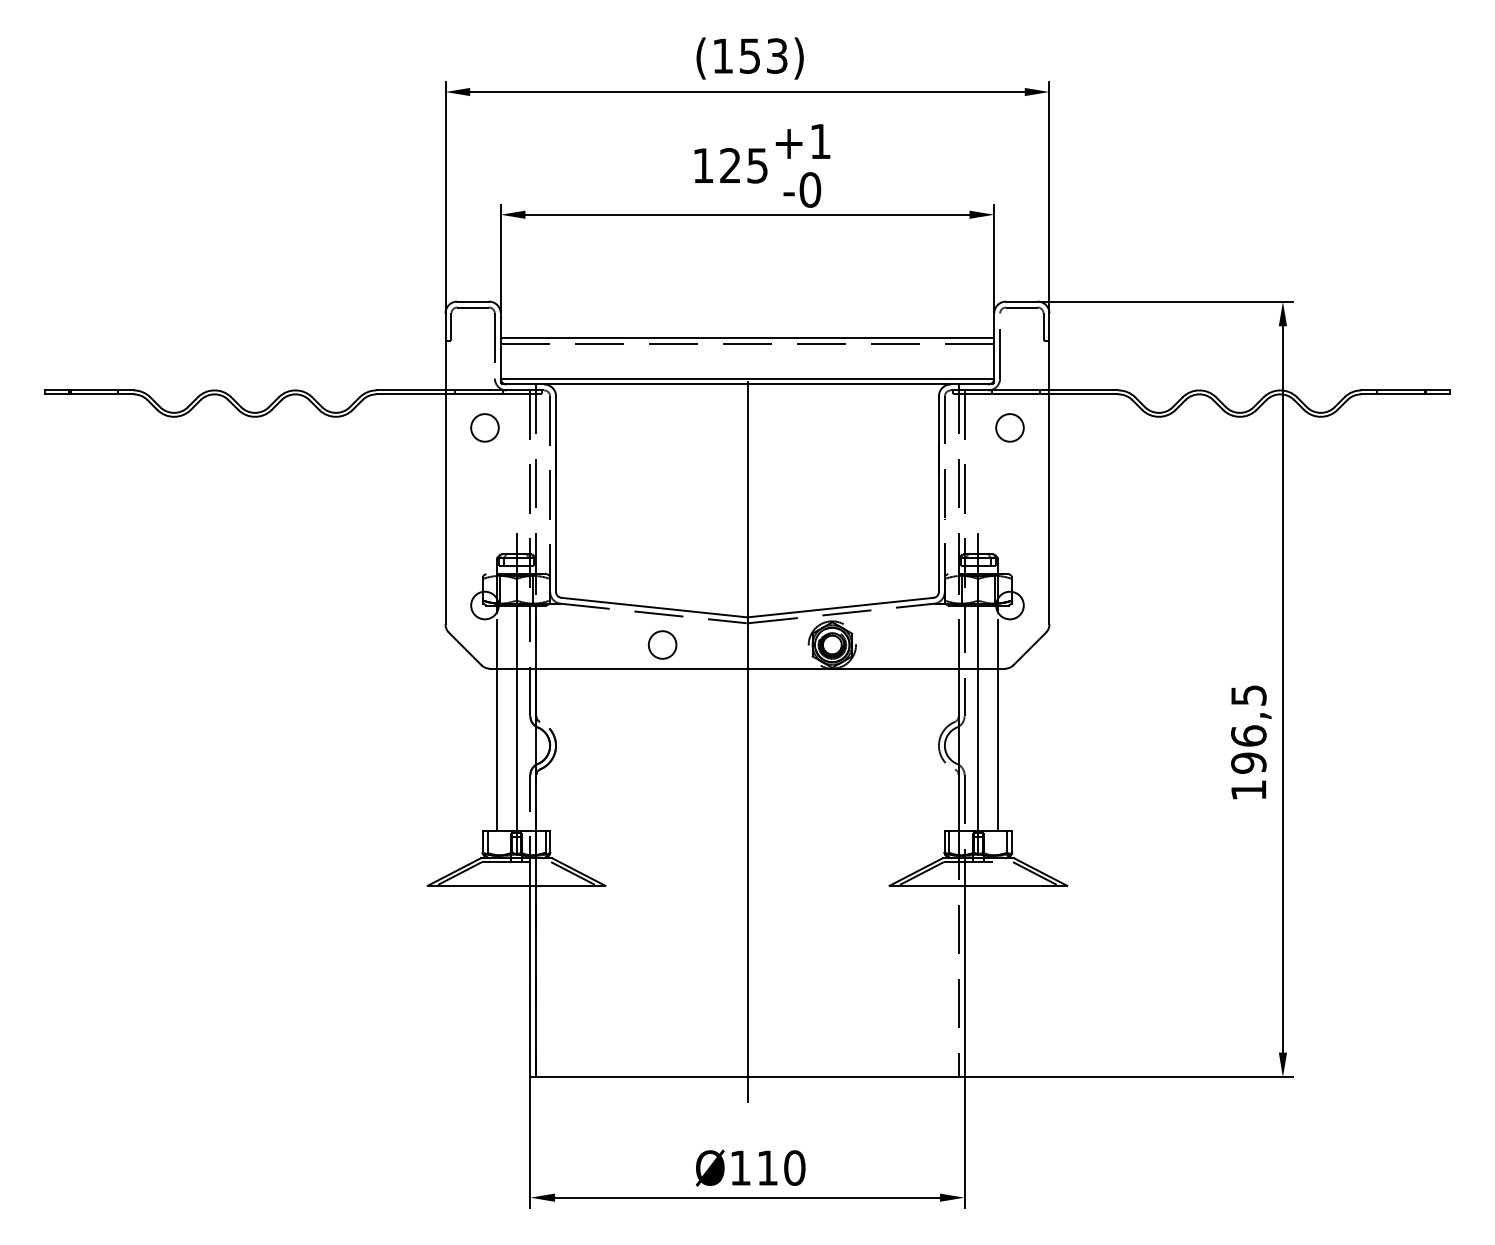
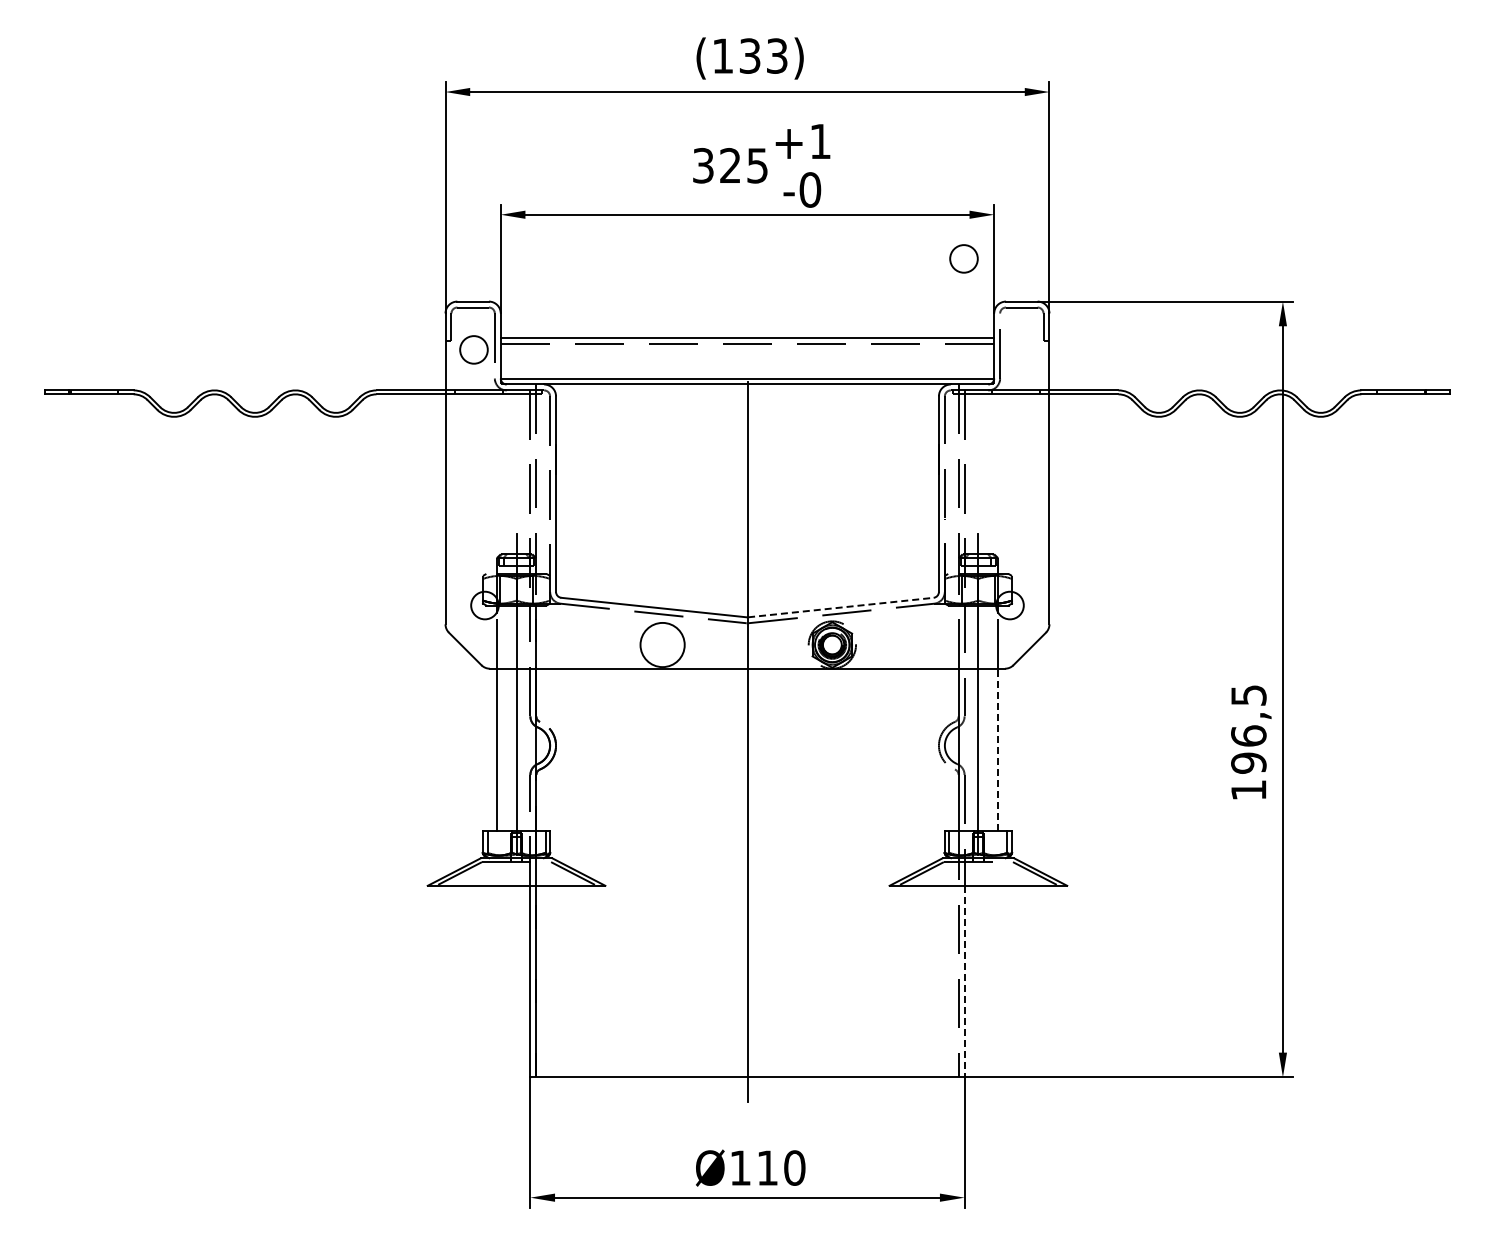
text at (750, 55): 153 -> 133
text at (703, 165): 125 -> 325
circle at (484, 427) position: (484, 427) -> (473, 349)
circle at (1009, 427) position: (1009, 427) -> (963, 258)
line at (841, 607): solid -> dashed
circle at (662, 644) diameter: 28 px -> 44 px
line at (998, 749): solid -> dashed
line at (964, 981): solid -> dashed
